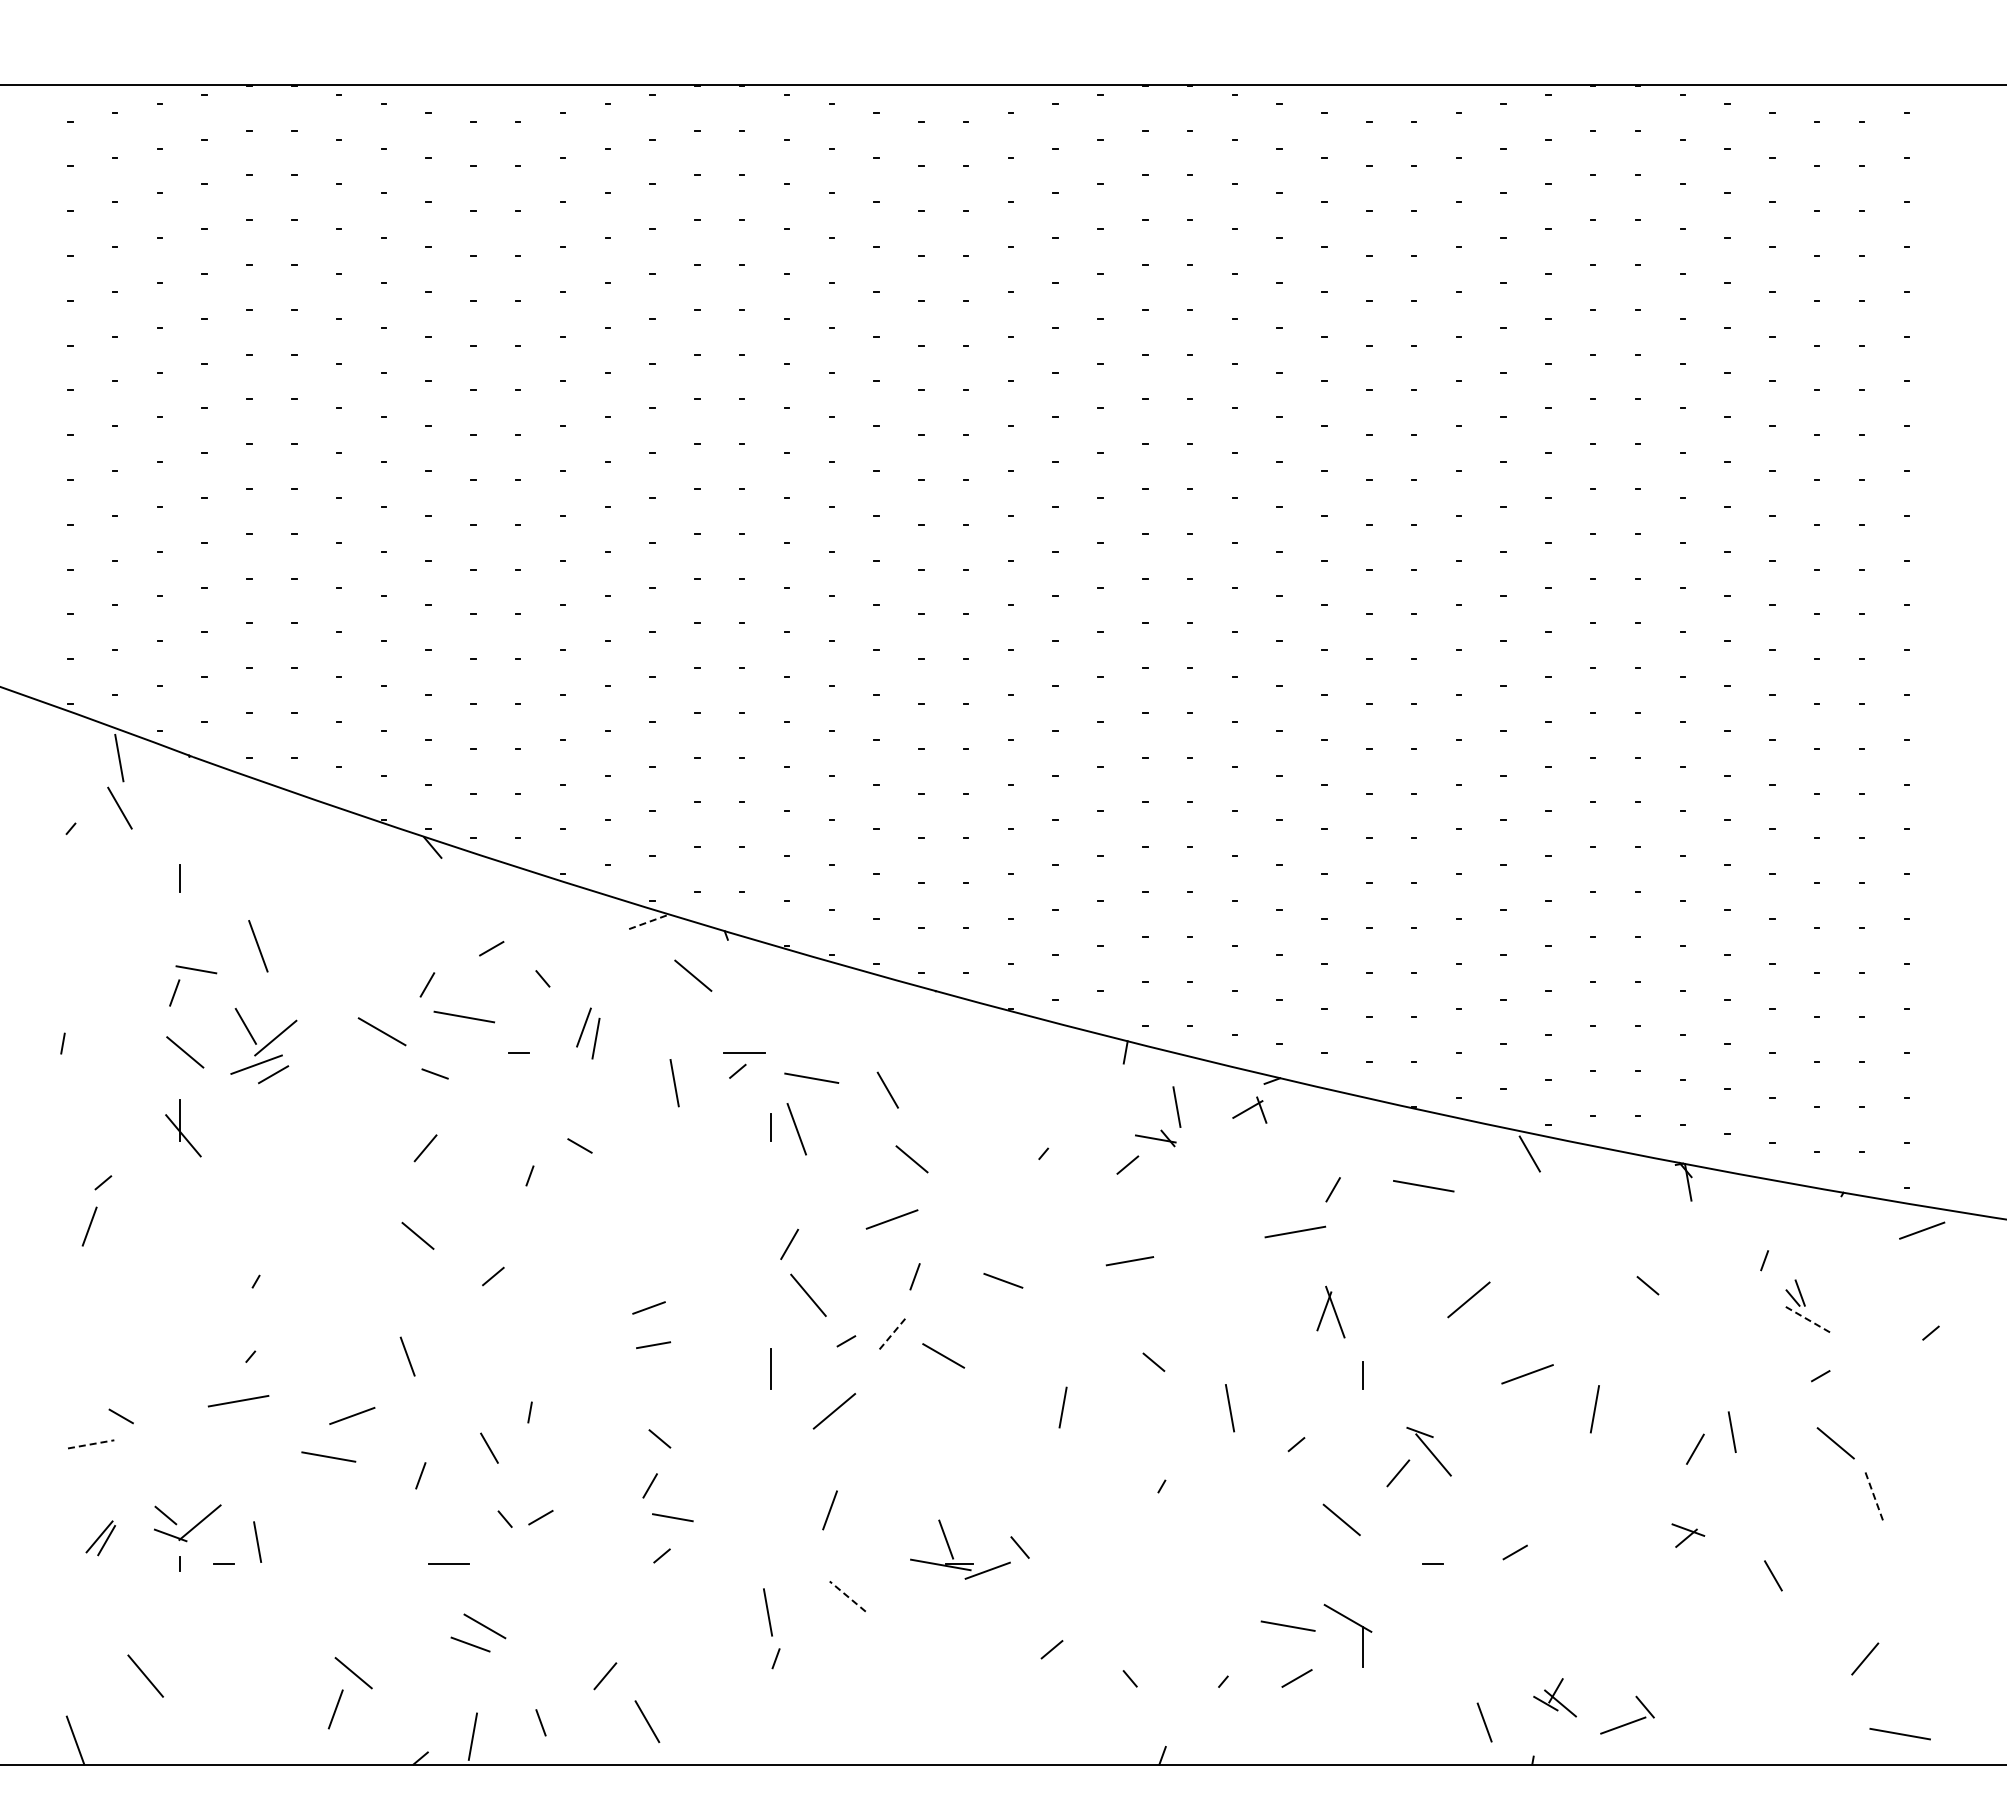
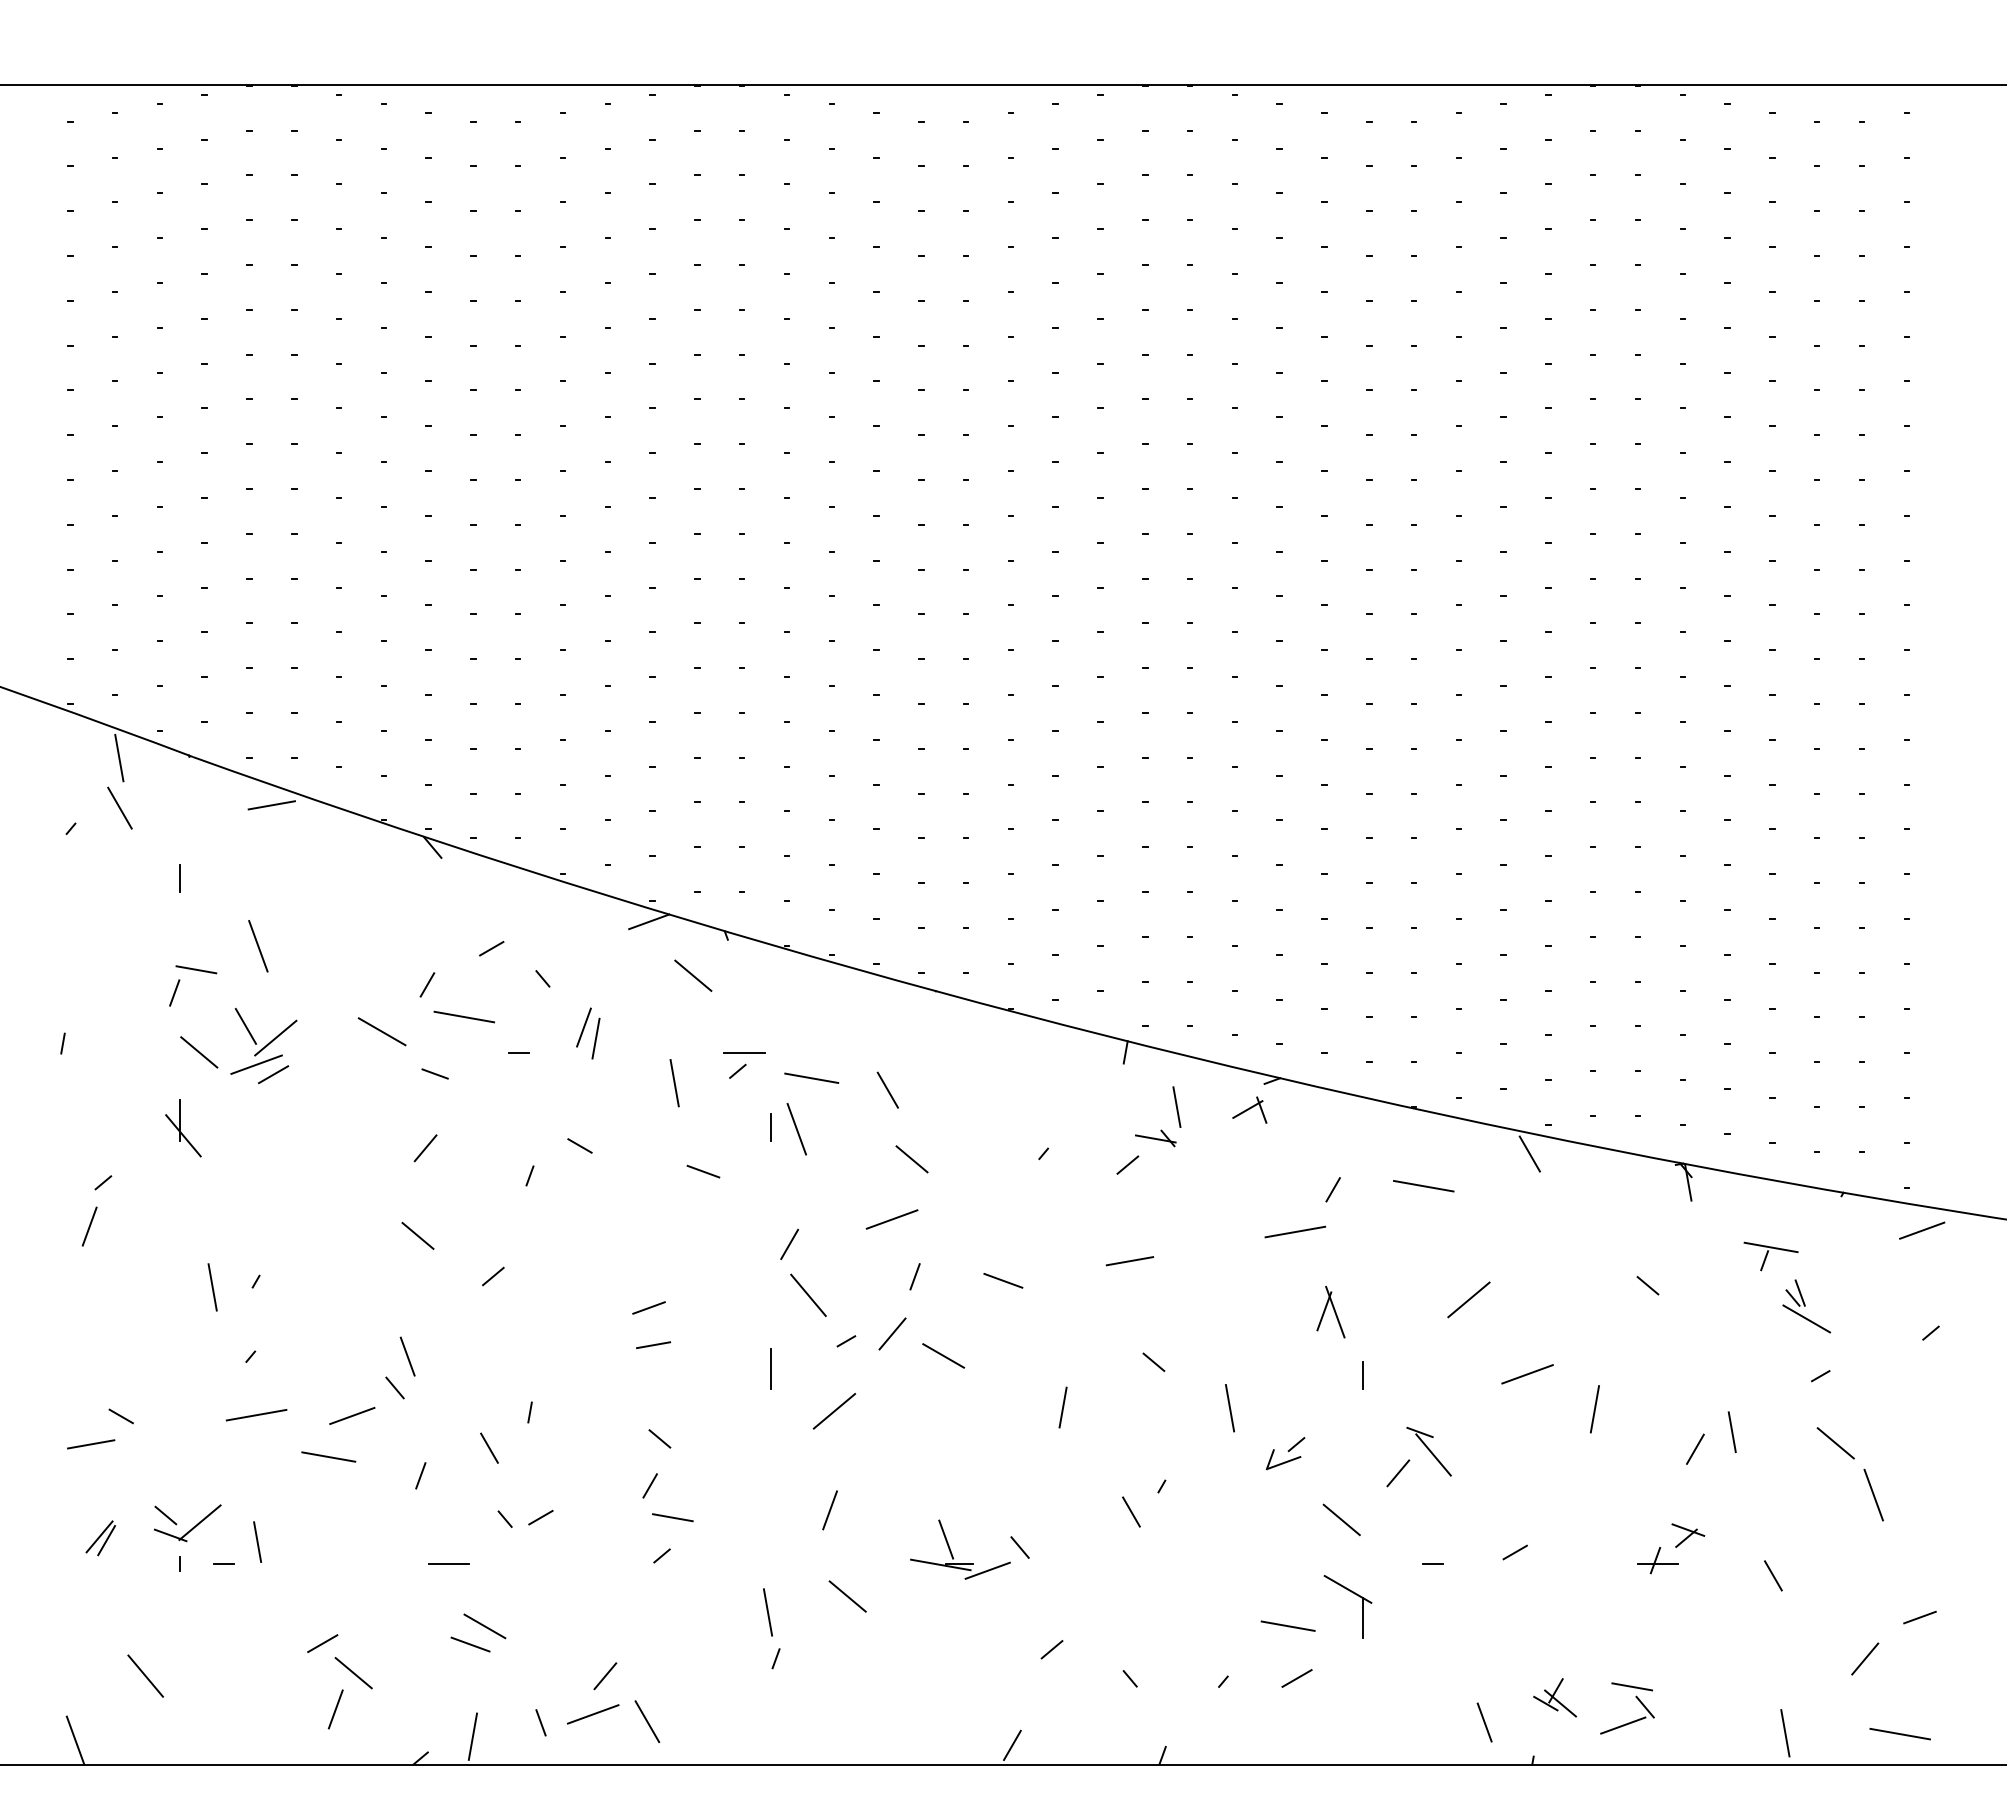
line at (271, 805): none -> present
line at (649, 921): dashed -> solid
line at (185, 1052) position: (185, 1052) -> (199, 1052)
line at (703, 1171): none -> present
line at (1770, 1247): none -> present
line at (212, 1287): none -> present
line at (1806, 1318): dashed -> solid
line at (892, 1333): dashed -> solid
line at (394, 1387): none -> present
line at (238, 1401) position: (238, 1401) -> (256, 1415)
line at (91, 1444): dashed -> solid
part at (1283, 1459): none -> present
line at (1873, 1495): dashed -> solid
line at (1131, 1511): none -> present
part at (1657, 1560): none -> present
line at (847, 1596): dashed -> solid
line at (1919, 1617): none -> present
part at (1354, 1623) position: (1354, 1623) -> (1354, 1594)
line at (322, 1643): none -> present
line at (1632, 1686): none -> present
line at (592, 1714): none -> present
line at (1785, 1733): none -> present
line at (1011, 1745): none -> present
